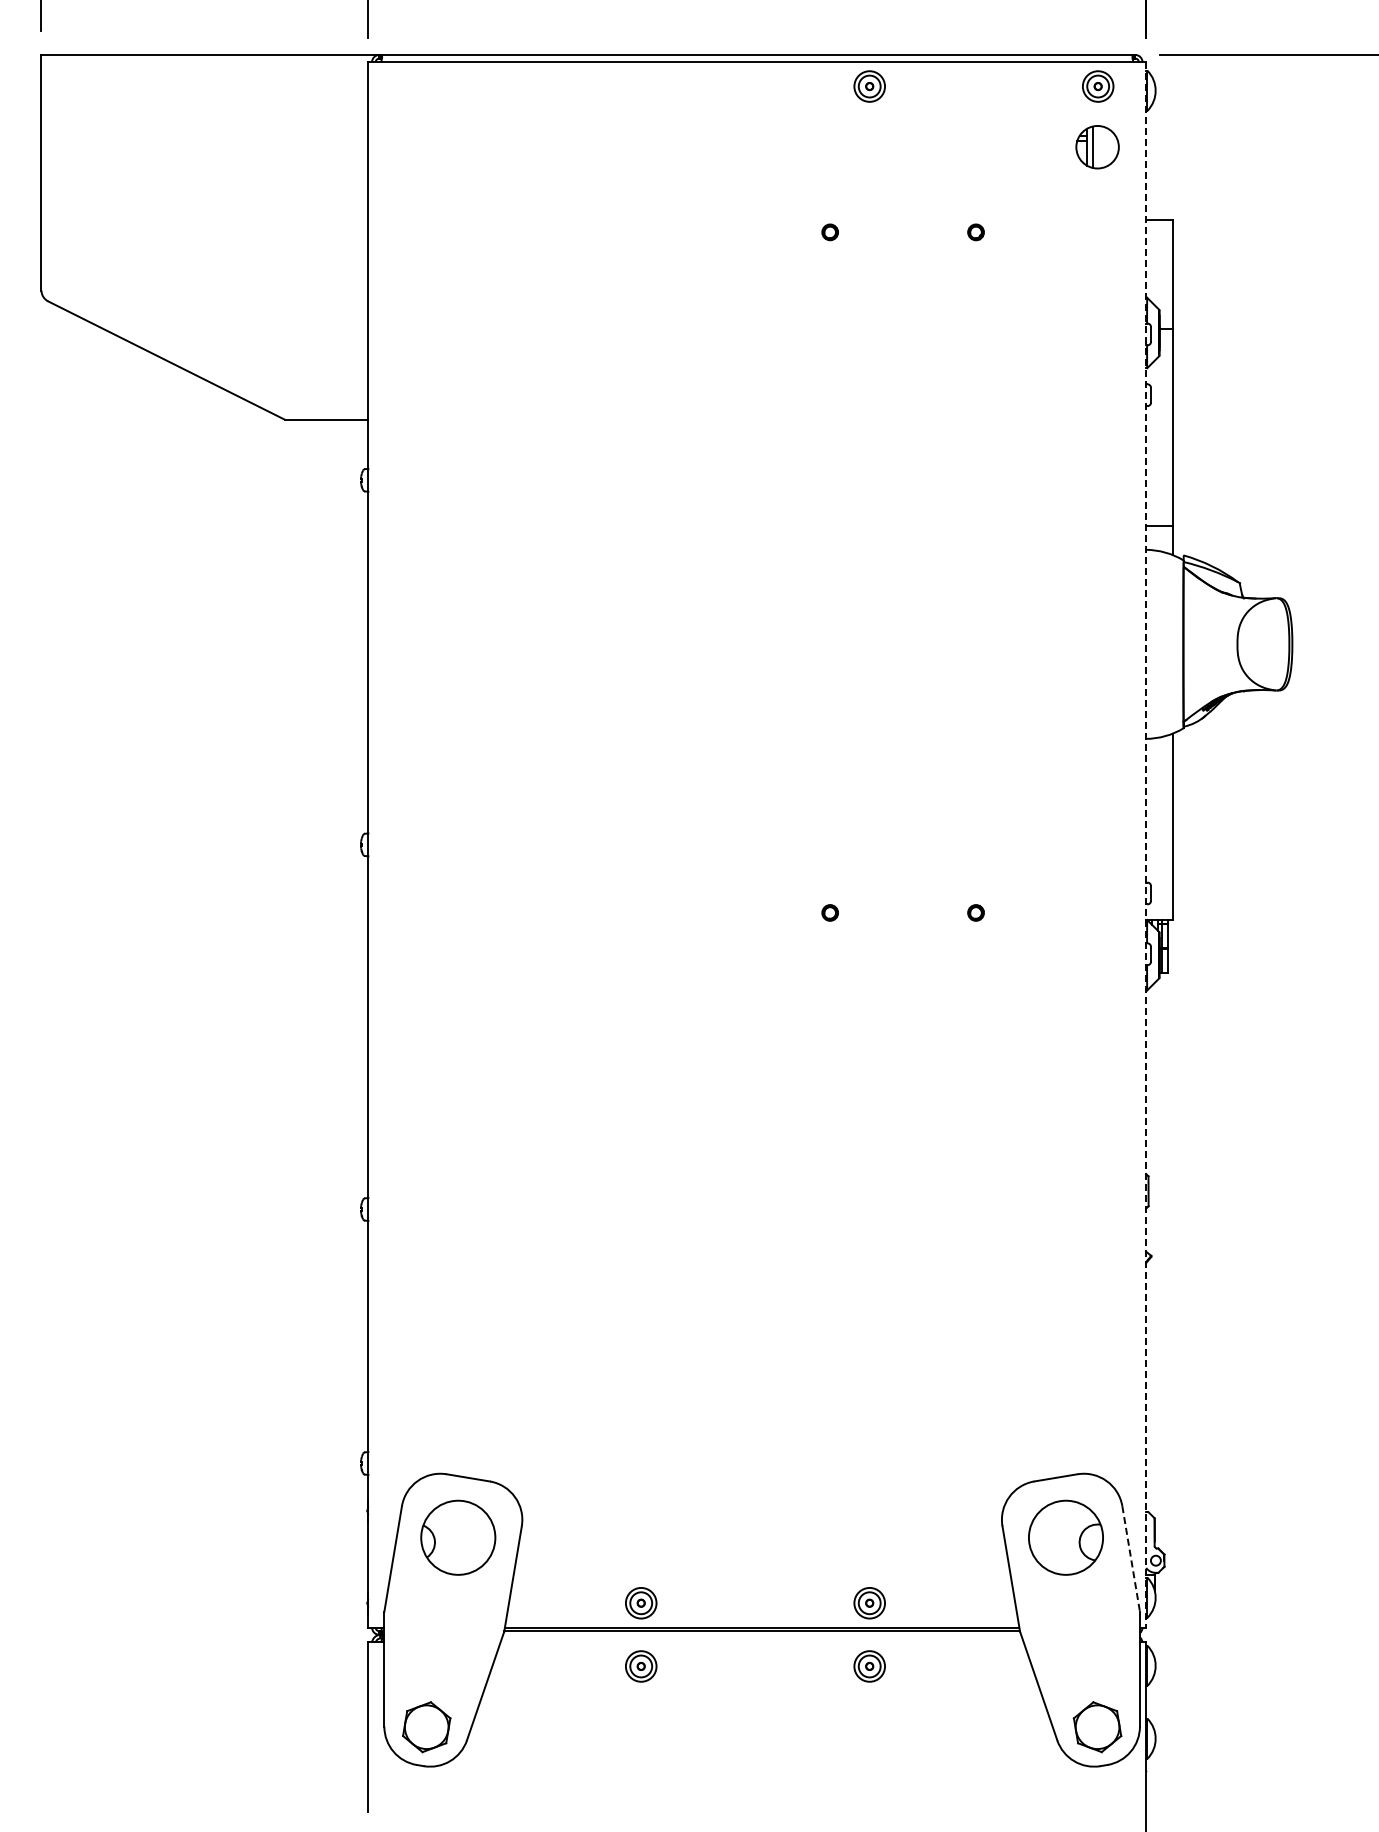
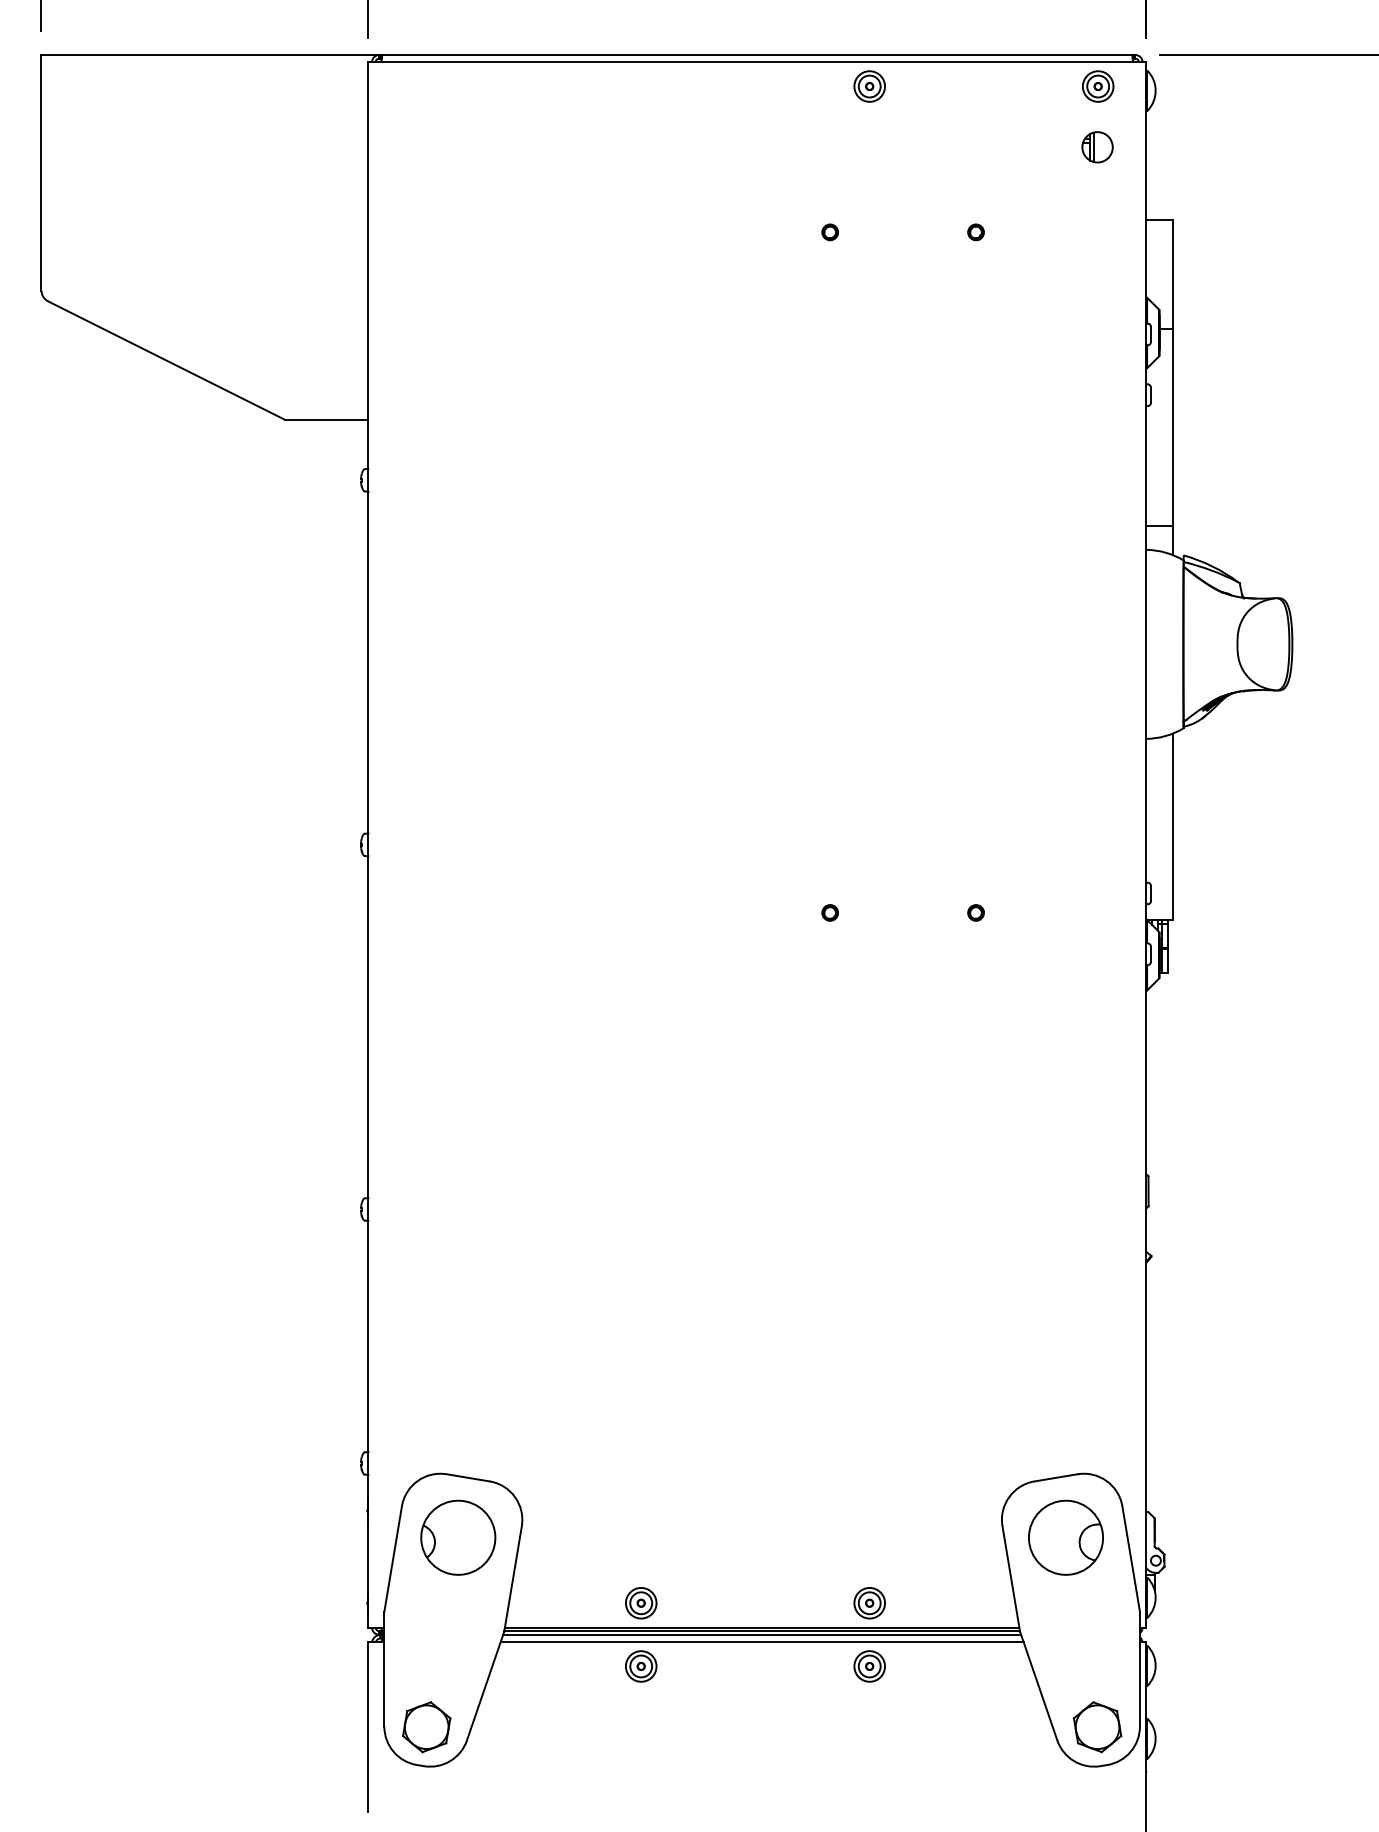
part at (1097, 147) size: 45x45 px -> 33x33 px
line at (1146, 844): dashed -> solid
line at (1131, 1559): dashed -> solid
line at (762, 1634): none -> present
line at (761, 1642): none -> present
